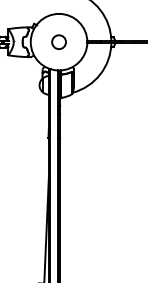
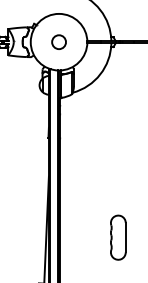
part at (118, 237): none -> present
